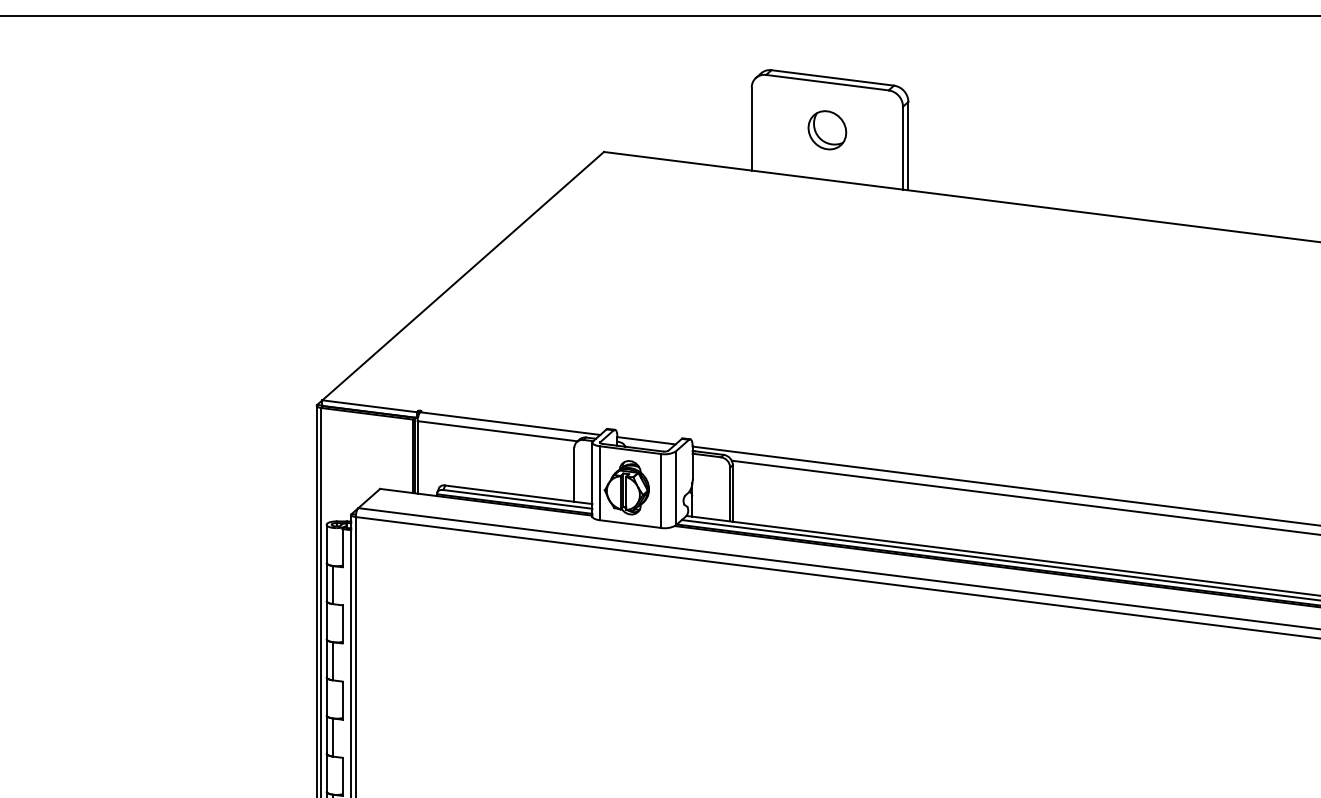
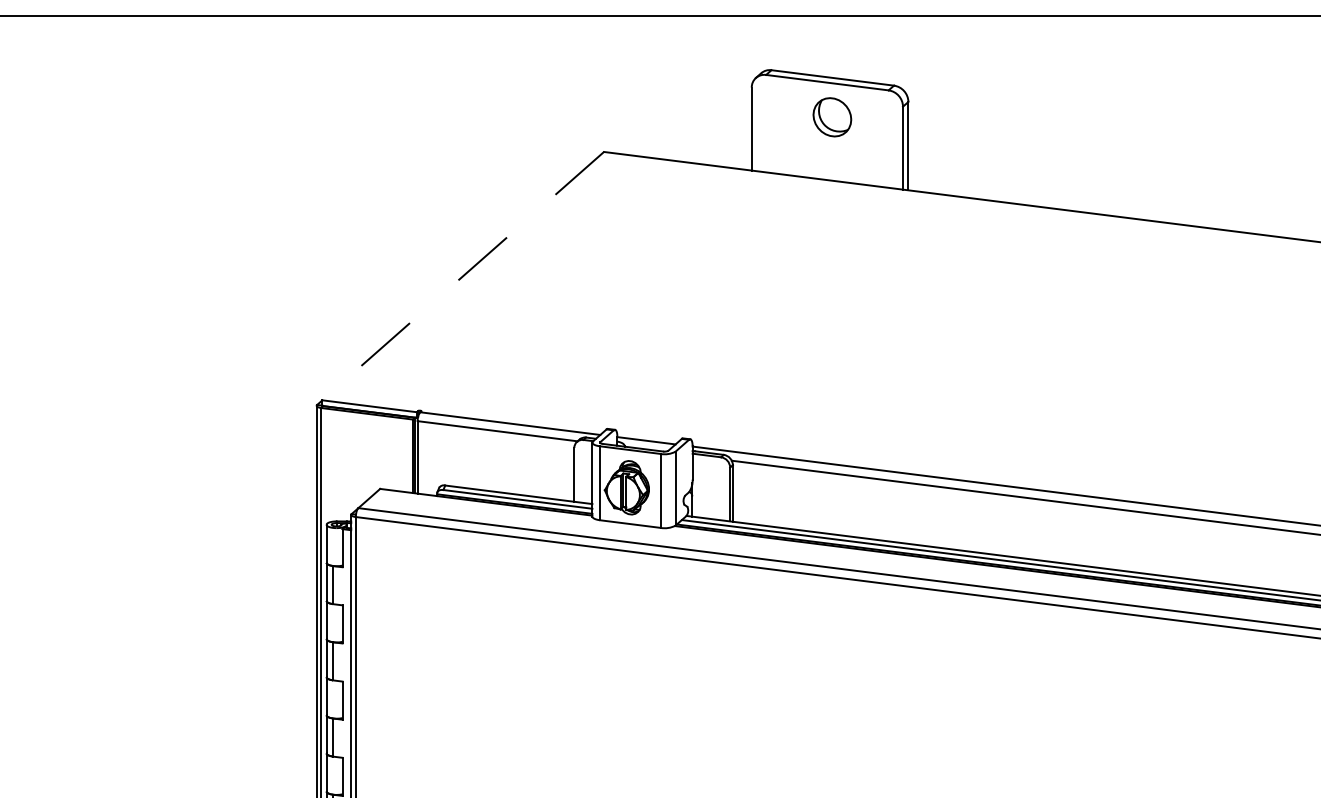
part at (827, 130) position: (827, 130) -> (832, 117)
line at (463, 276): solid -> dashed
